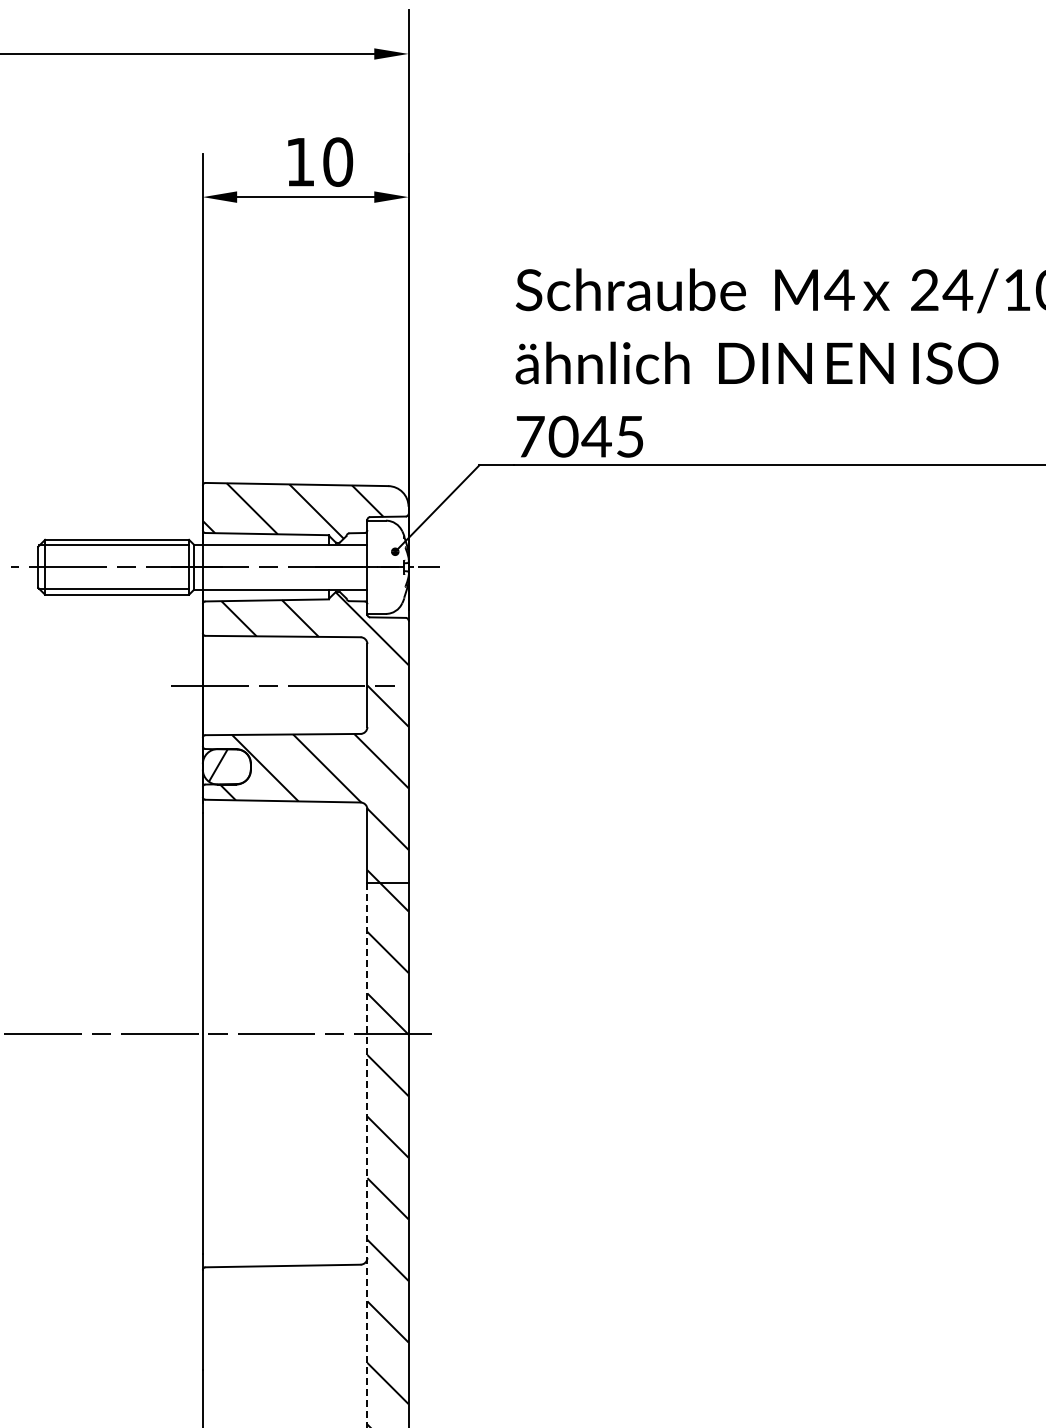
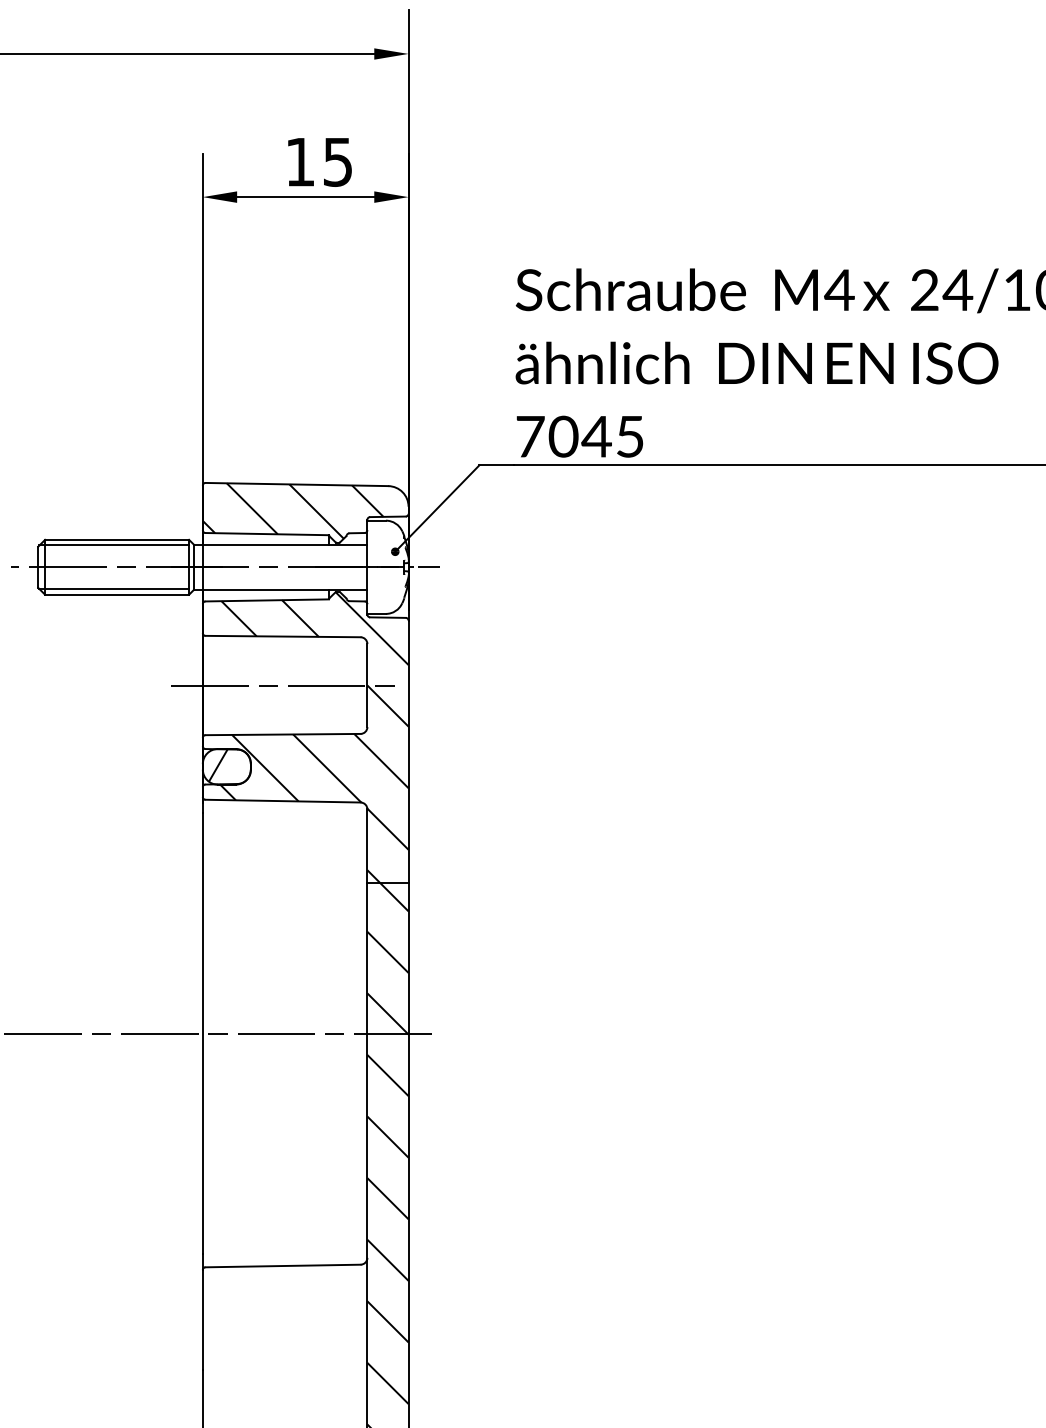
text at (338, 161): 10 -> 15
line at (367, 1156): dashed -> solid
